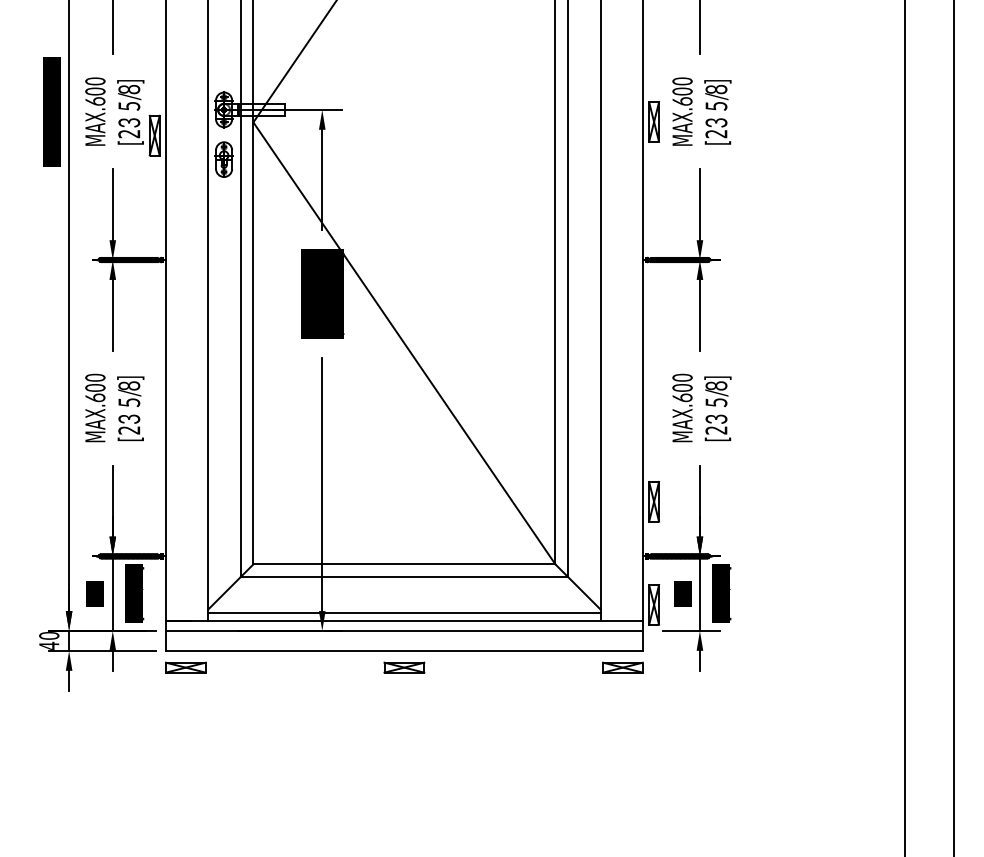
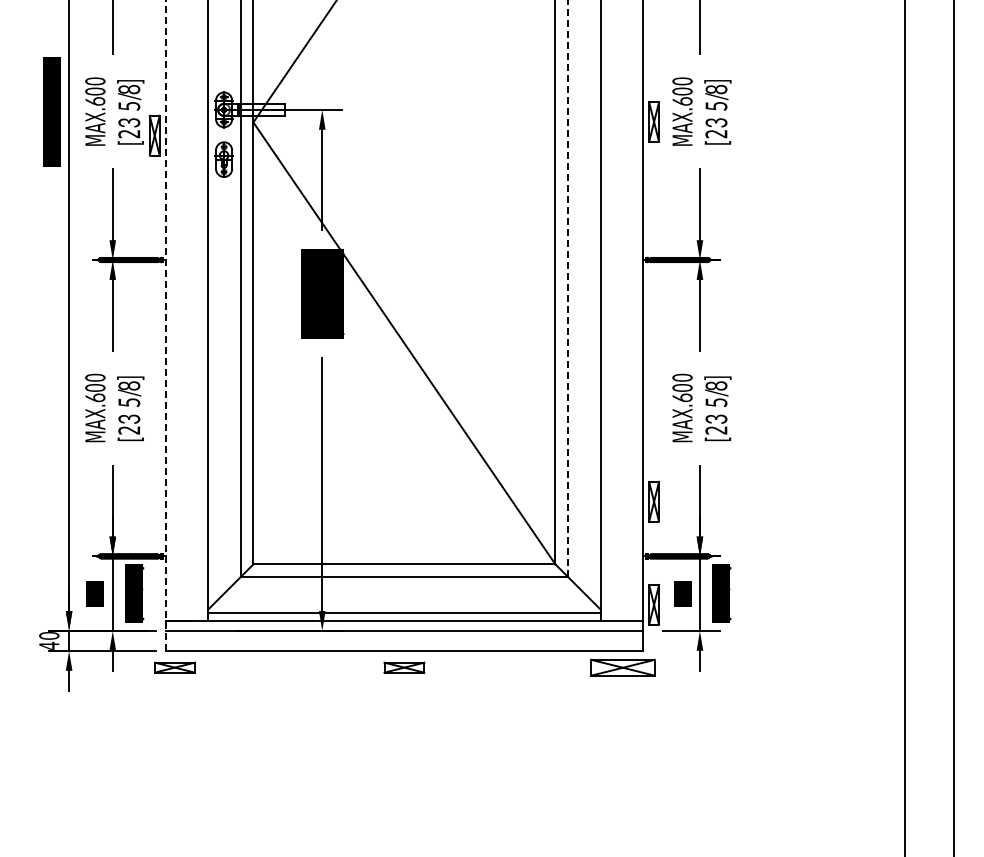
line at (567, 288): solid -> dashed
line at (166, 325): solid -> dashed
part at (185, 667) position: (185, 667) -> (174, 667)
part at (622, 667) size: 42x13 px -> 66x19 px
